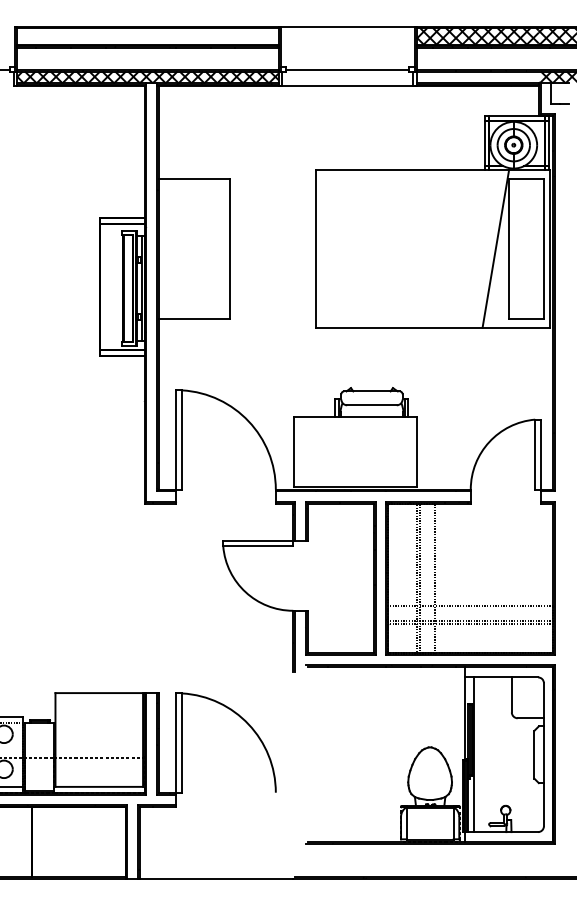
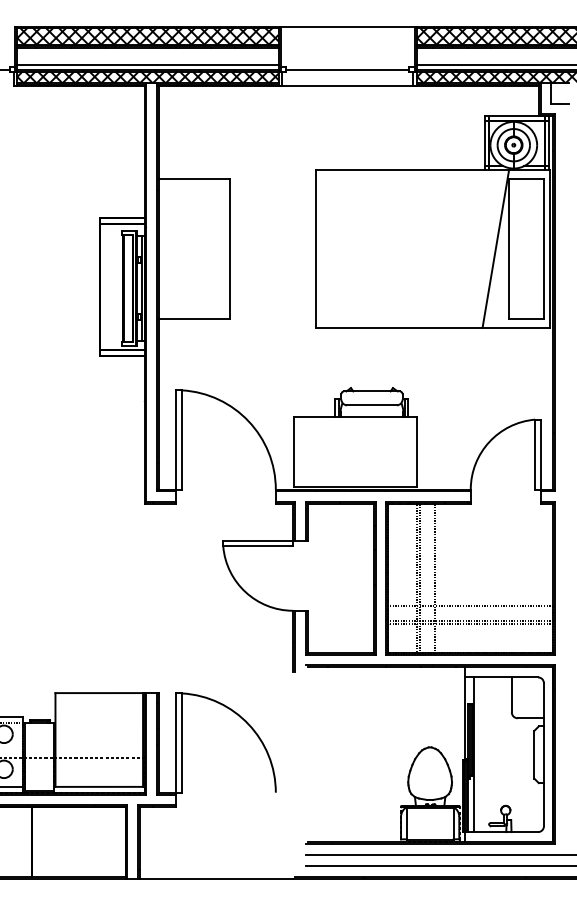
hatch at (147, 36): none -> present
line at (147, 64): none -> present
line at (494, 64): none -> present
hatch at (477, 77): none -> present
line at (439, 854): none -> present
line at (439, 866): none -> present
